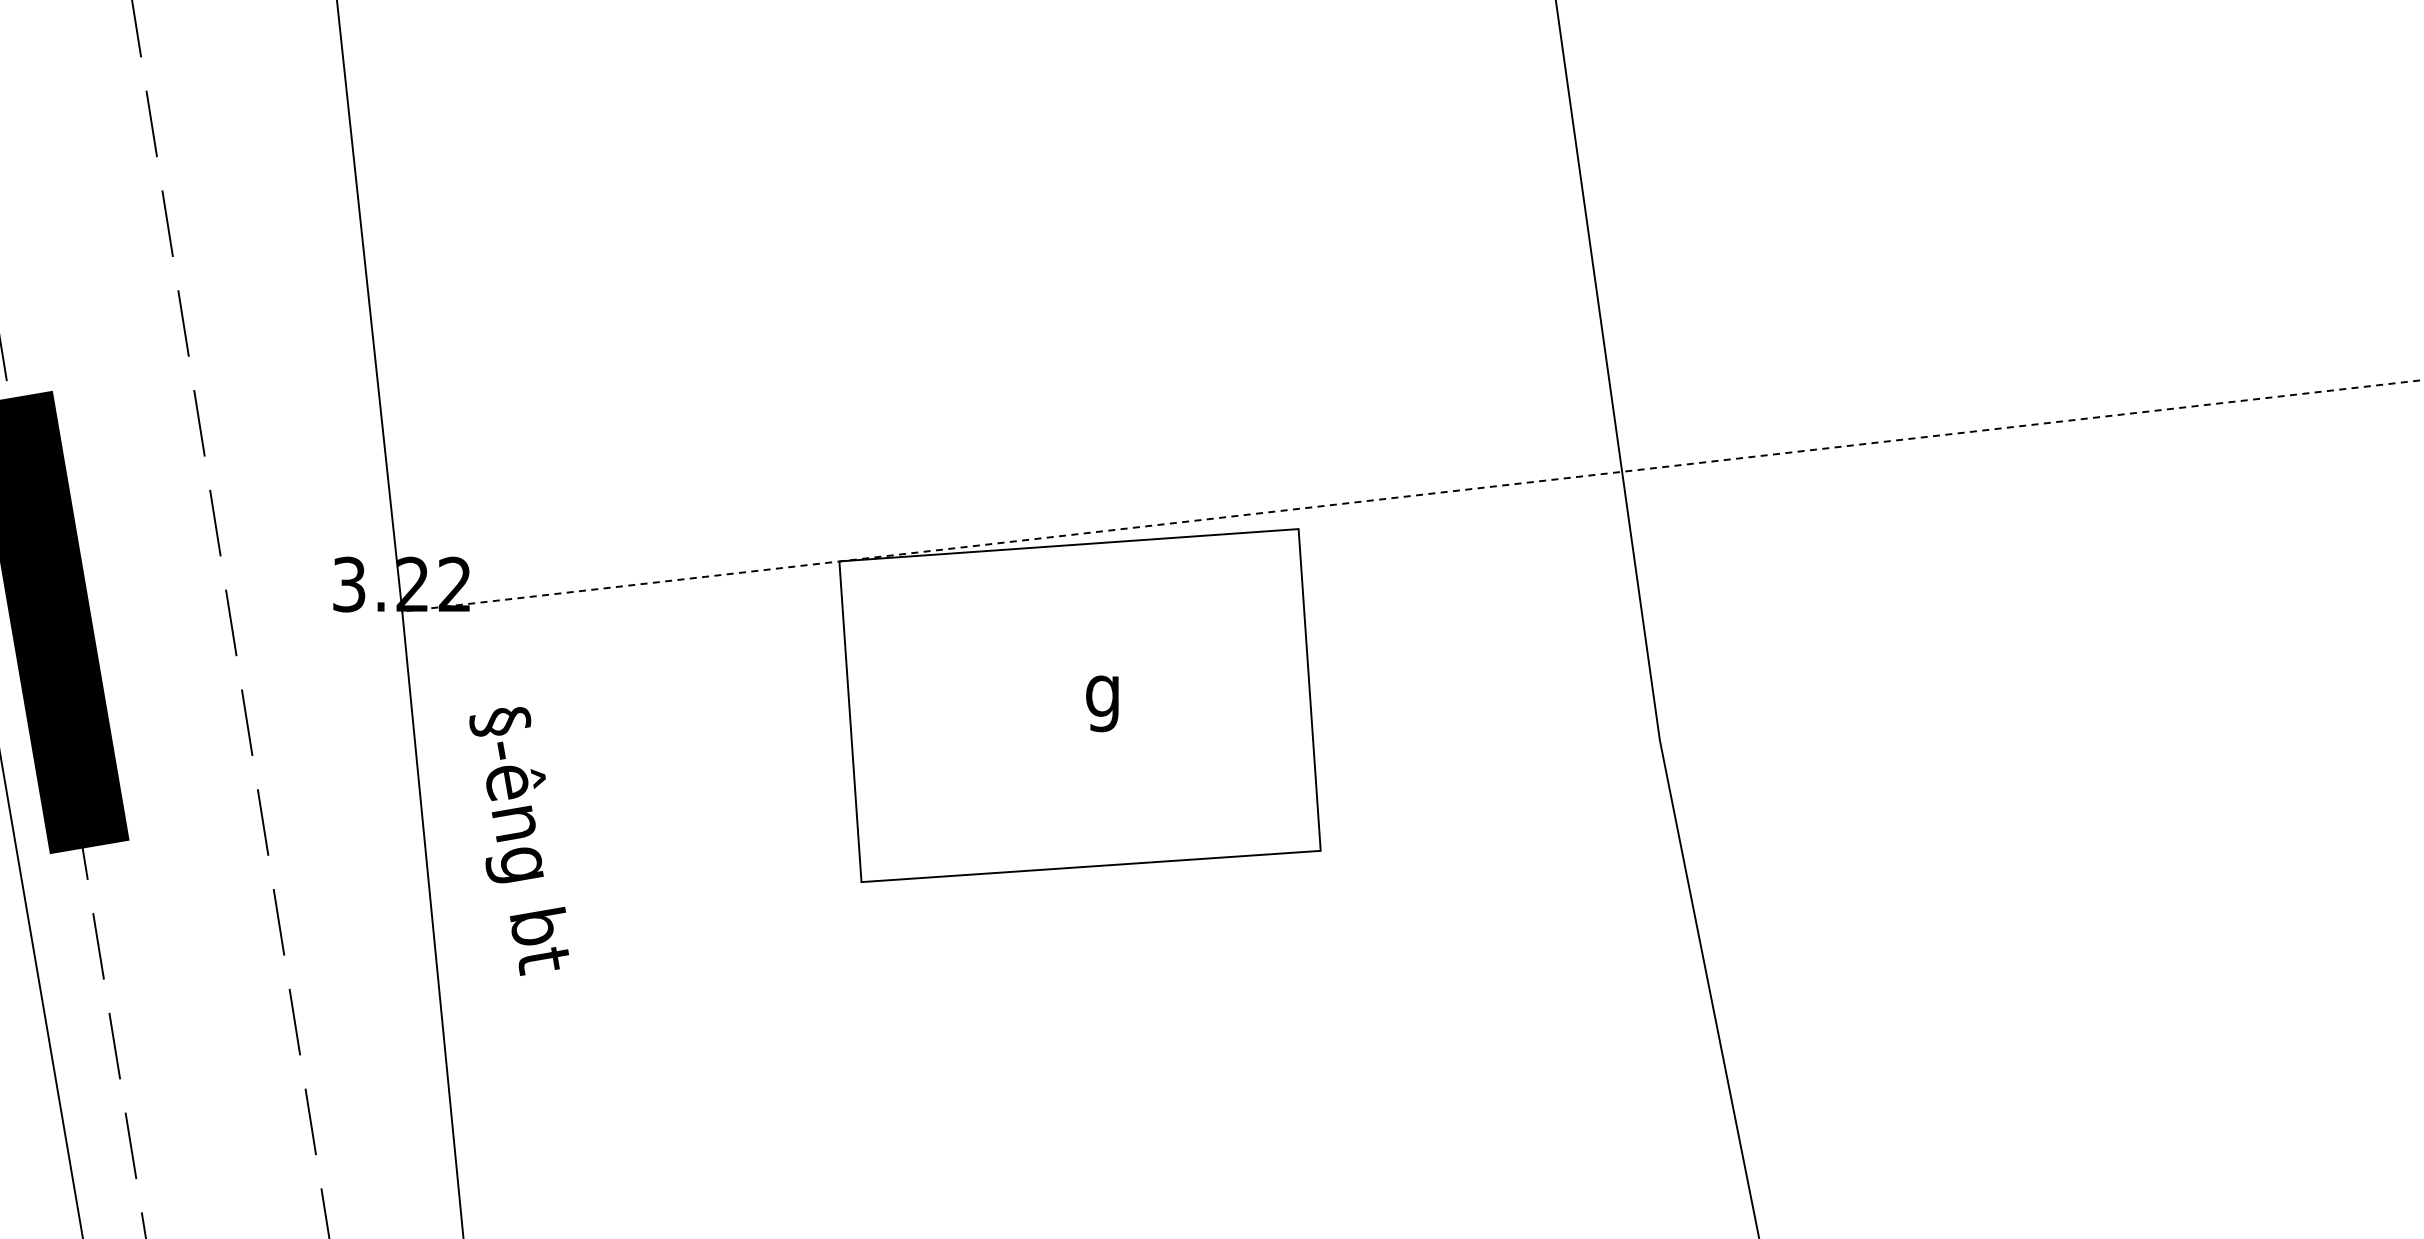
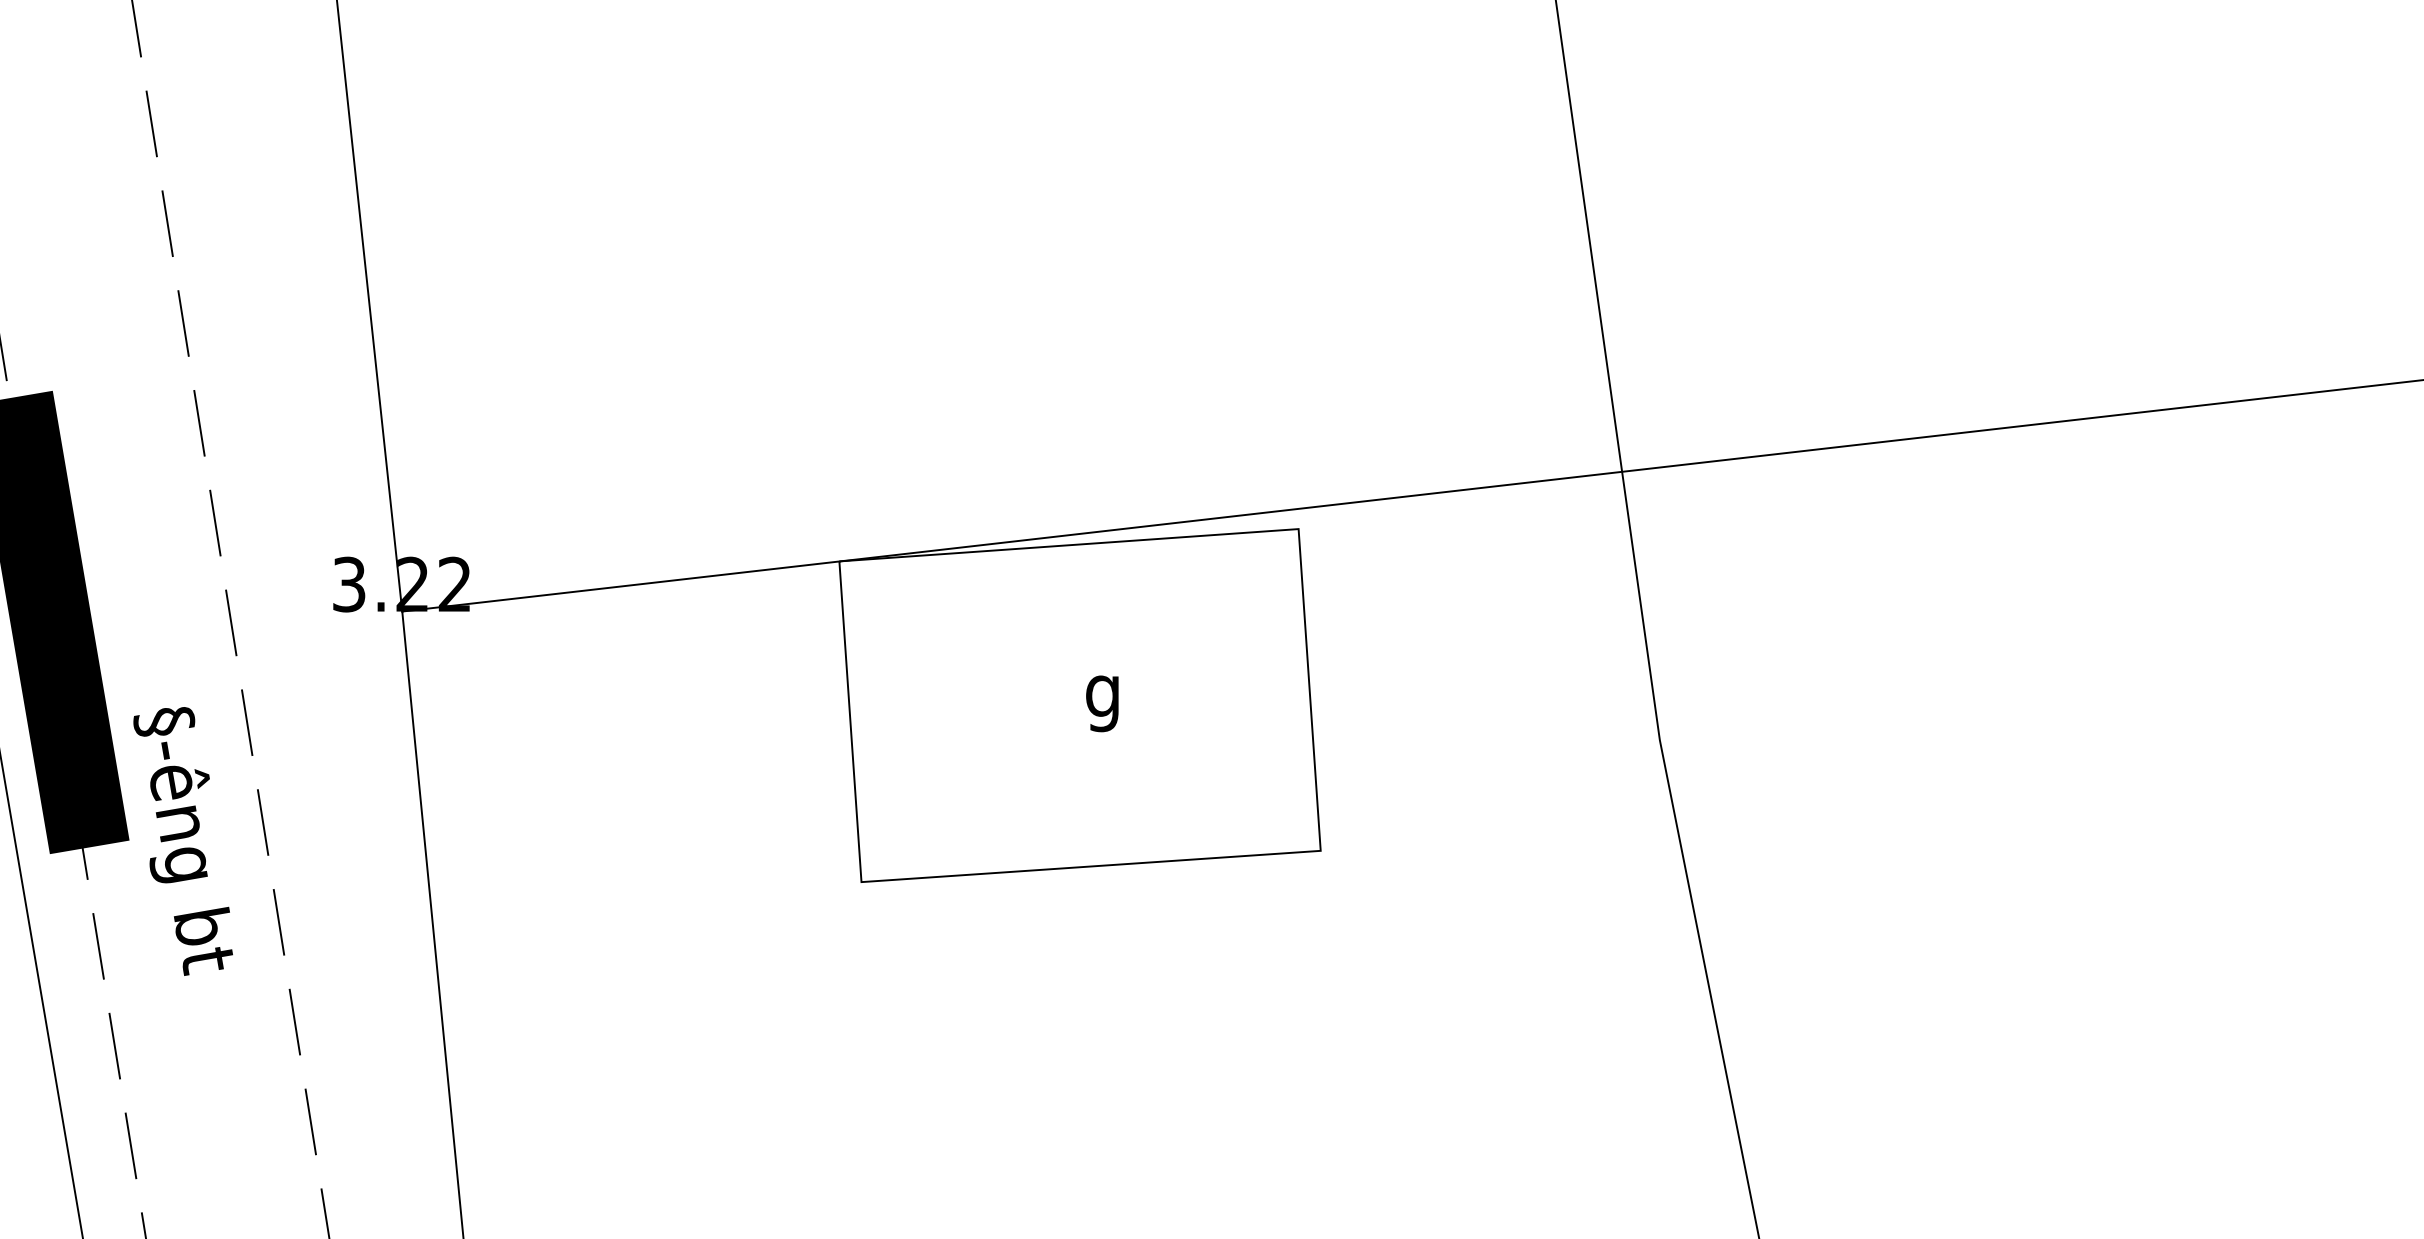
line at (1412, 495): dashed -> solid
text at (518, 841) position: (518, 841) -> (182, 841)
